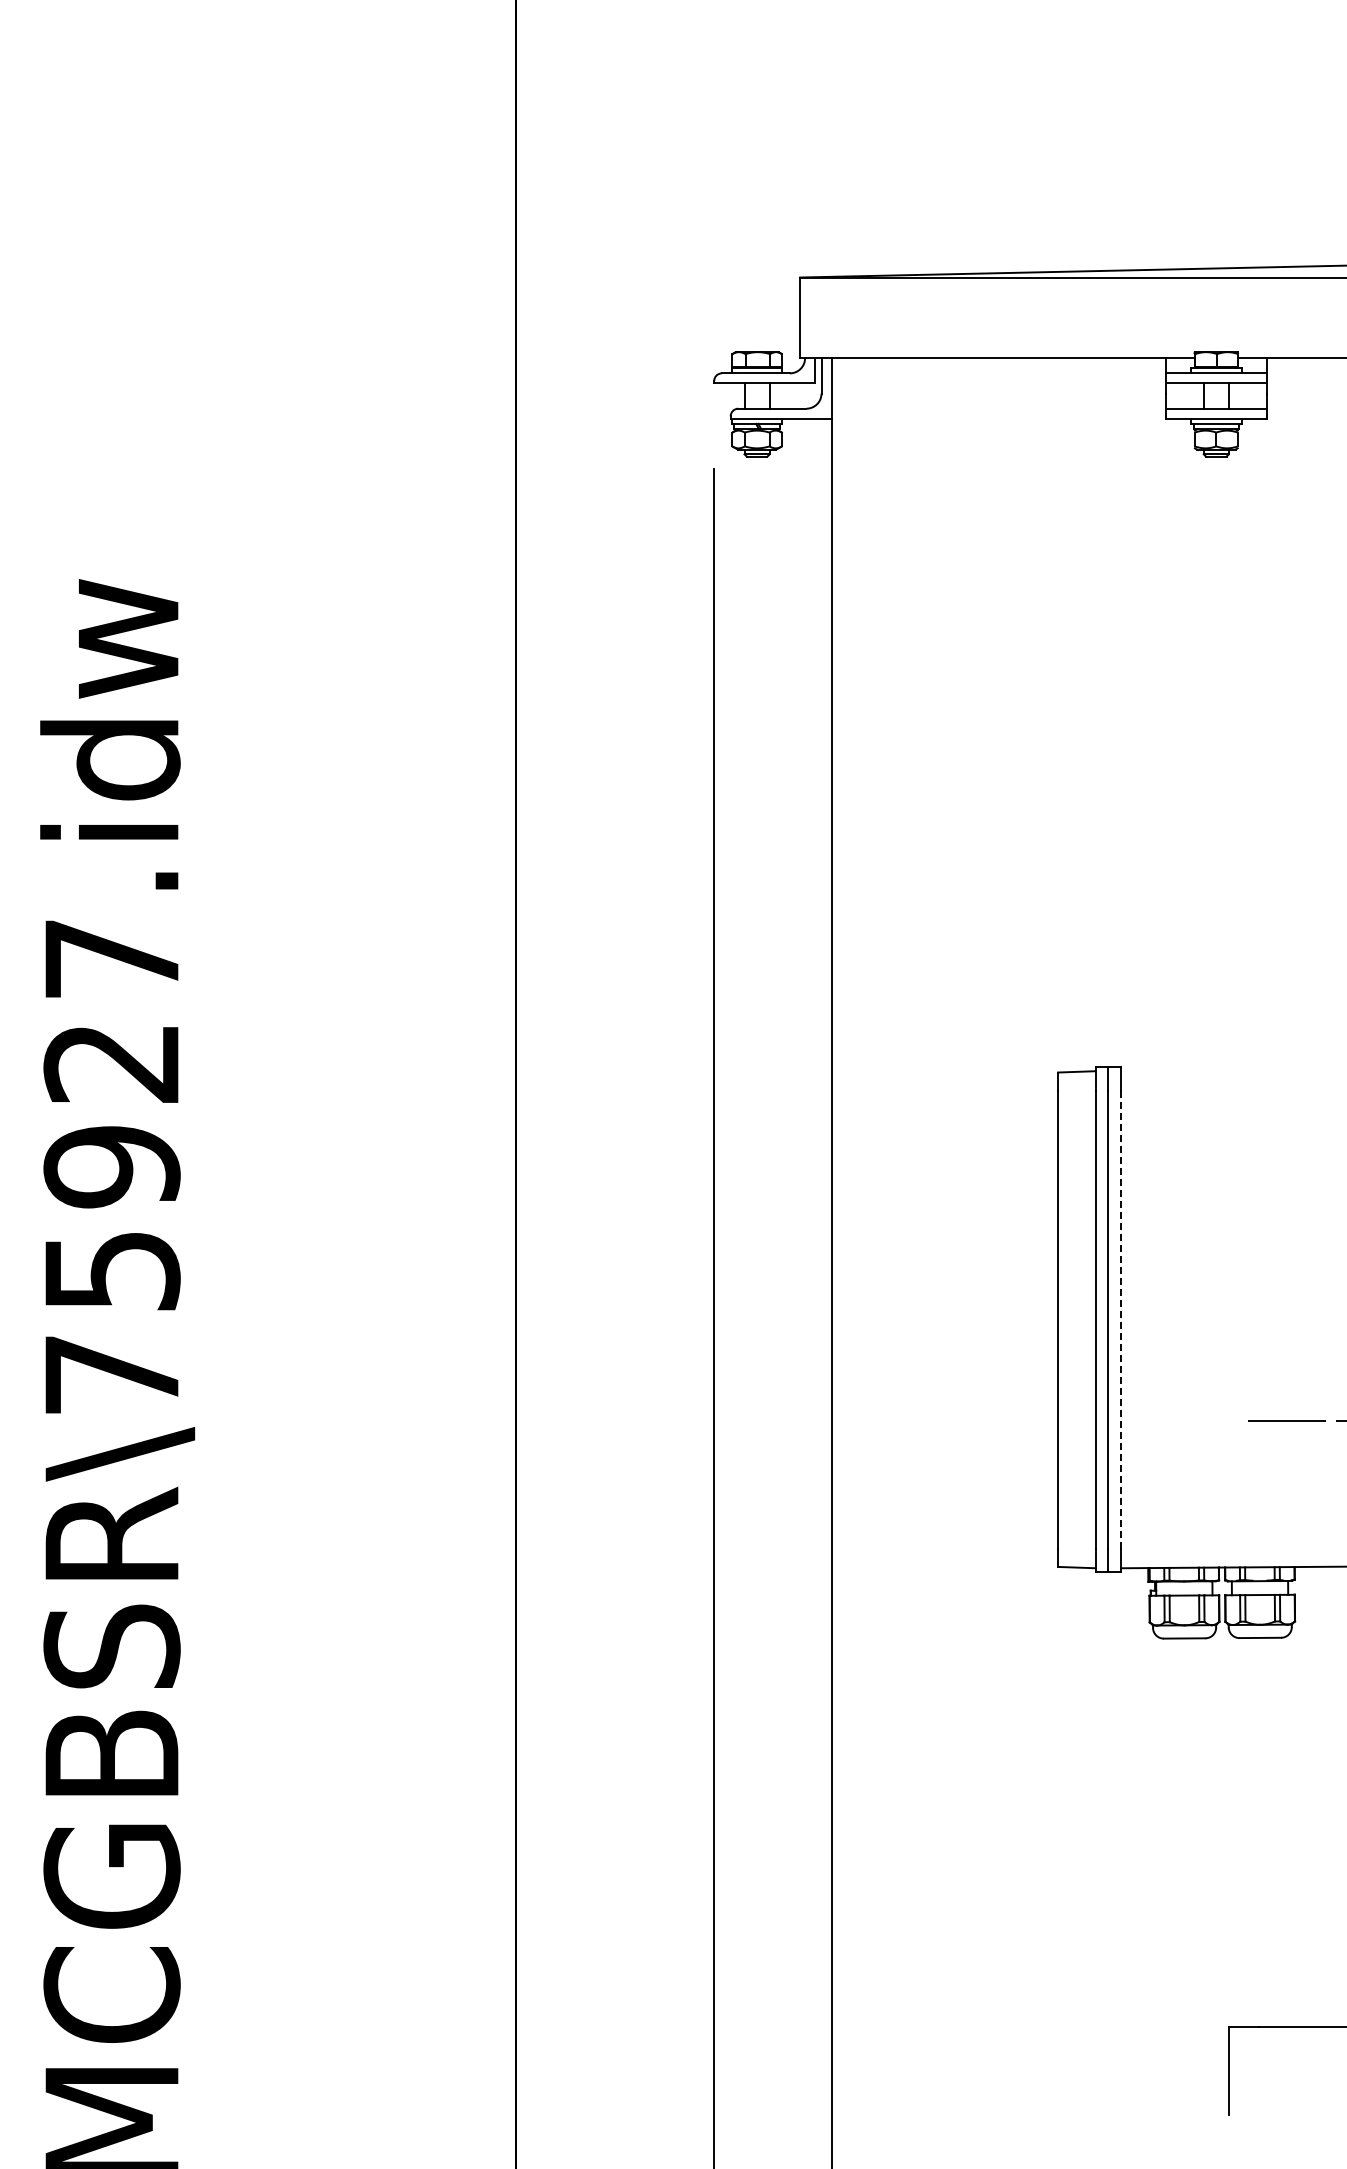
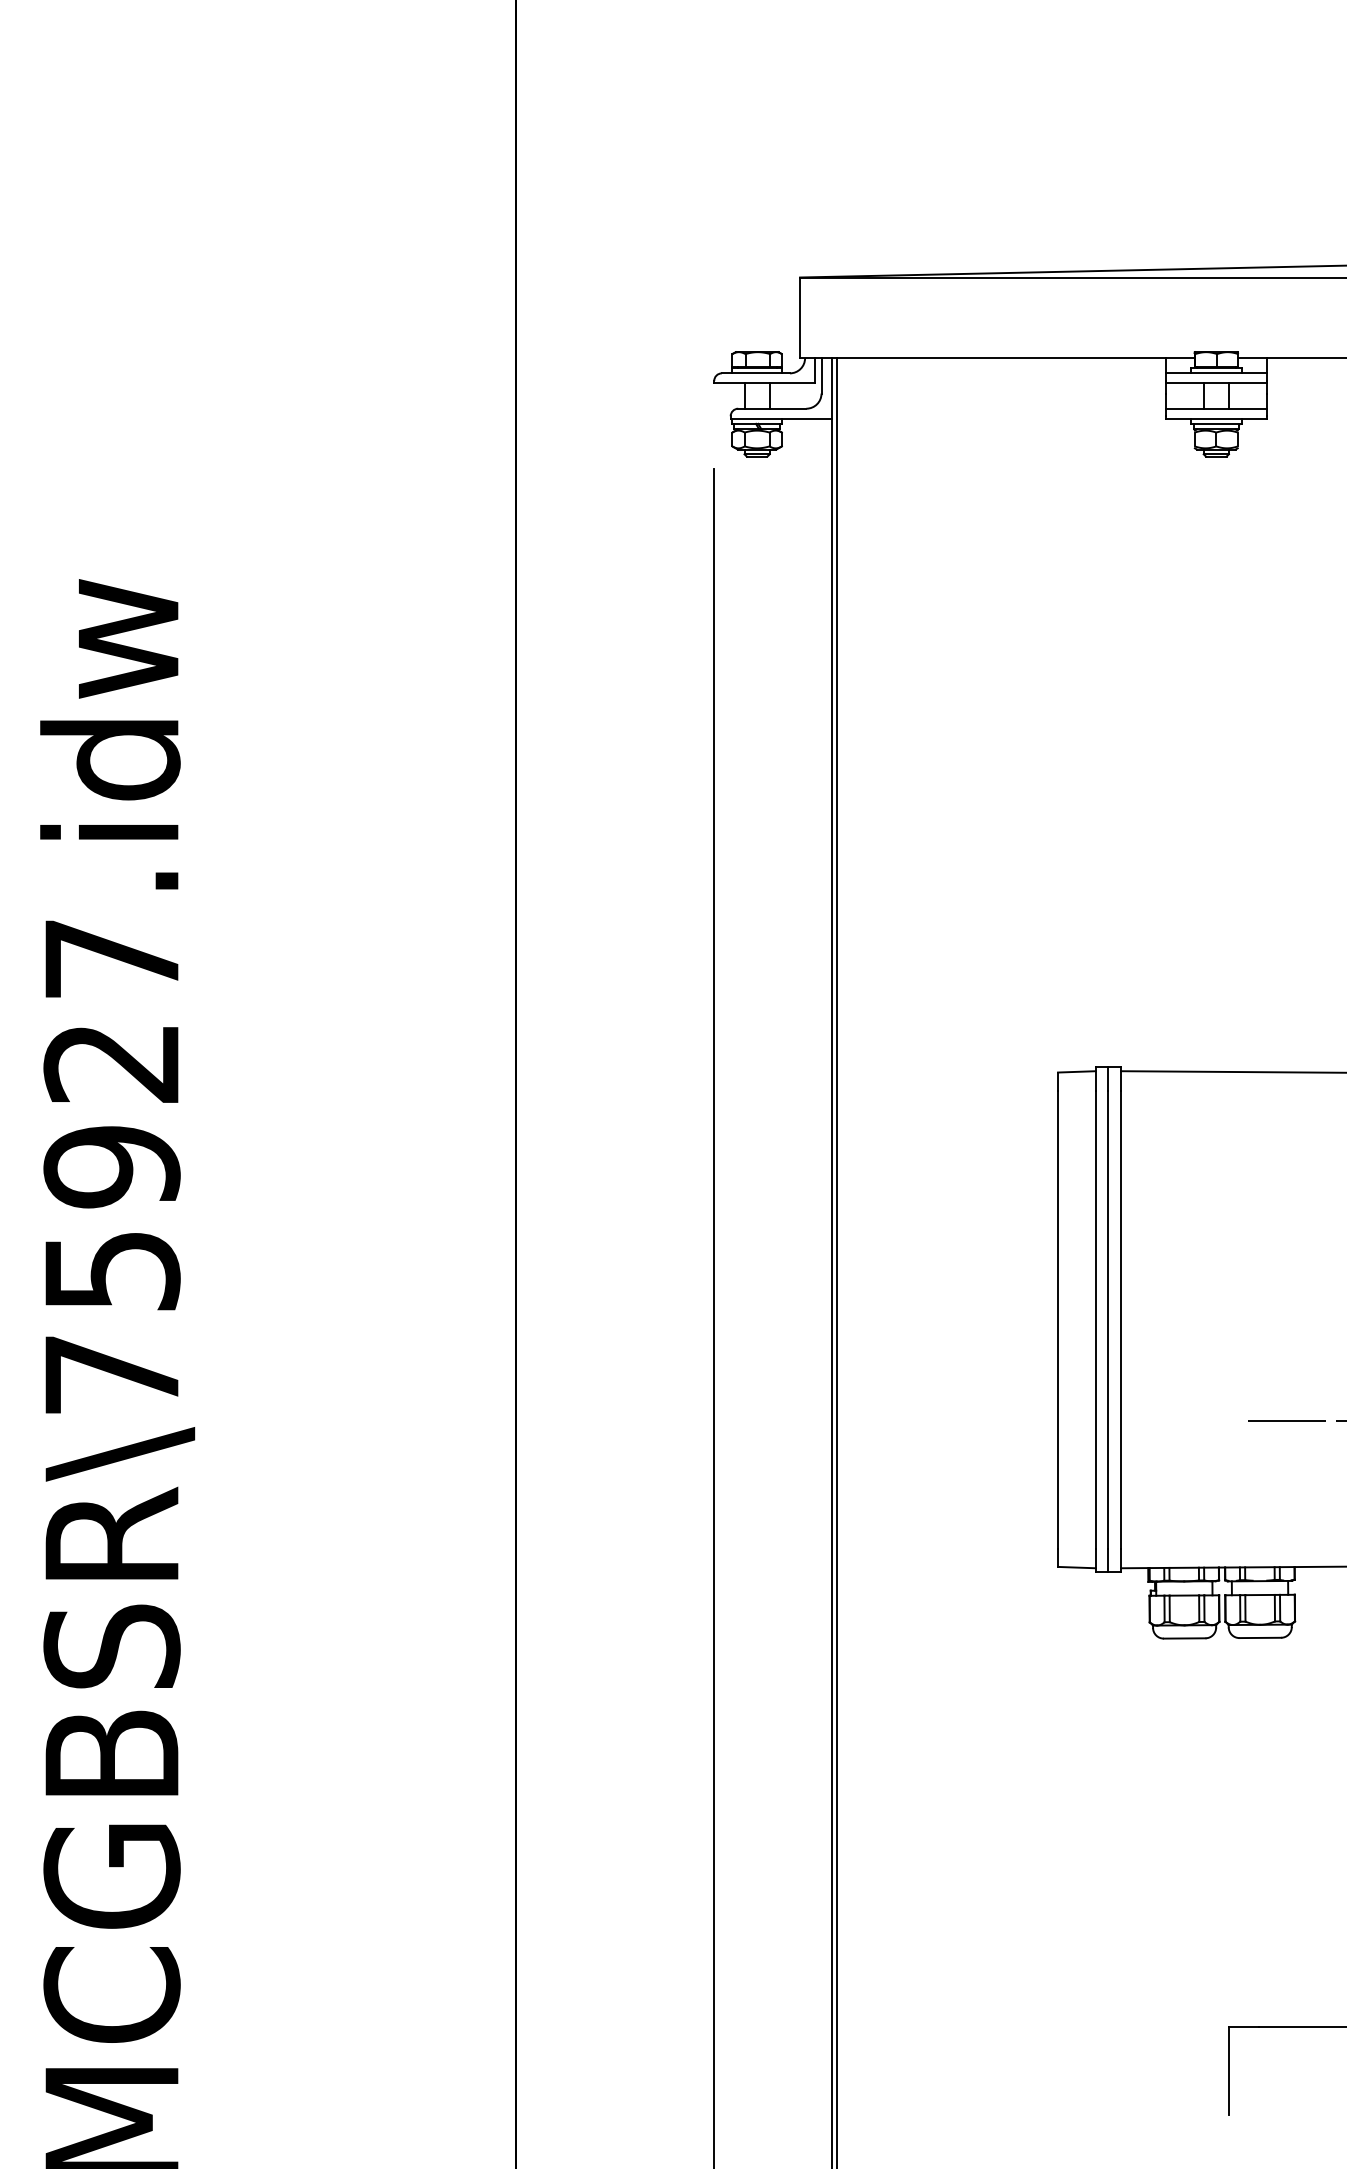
line at (1232, 1071): none -> present
line at (836, 1261): none -> present
line at (1121, 1319): dashed -> solid
